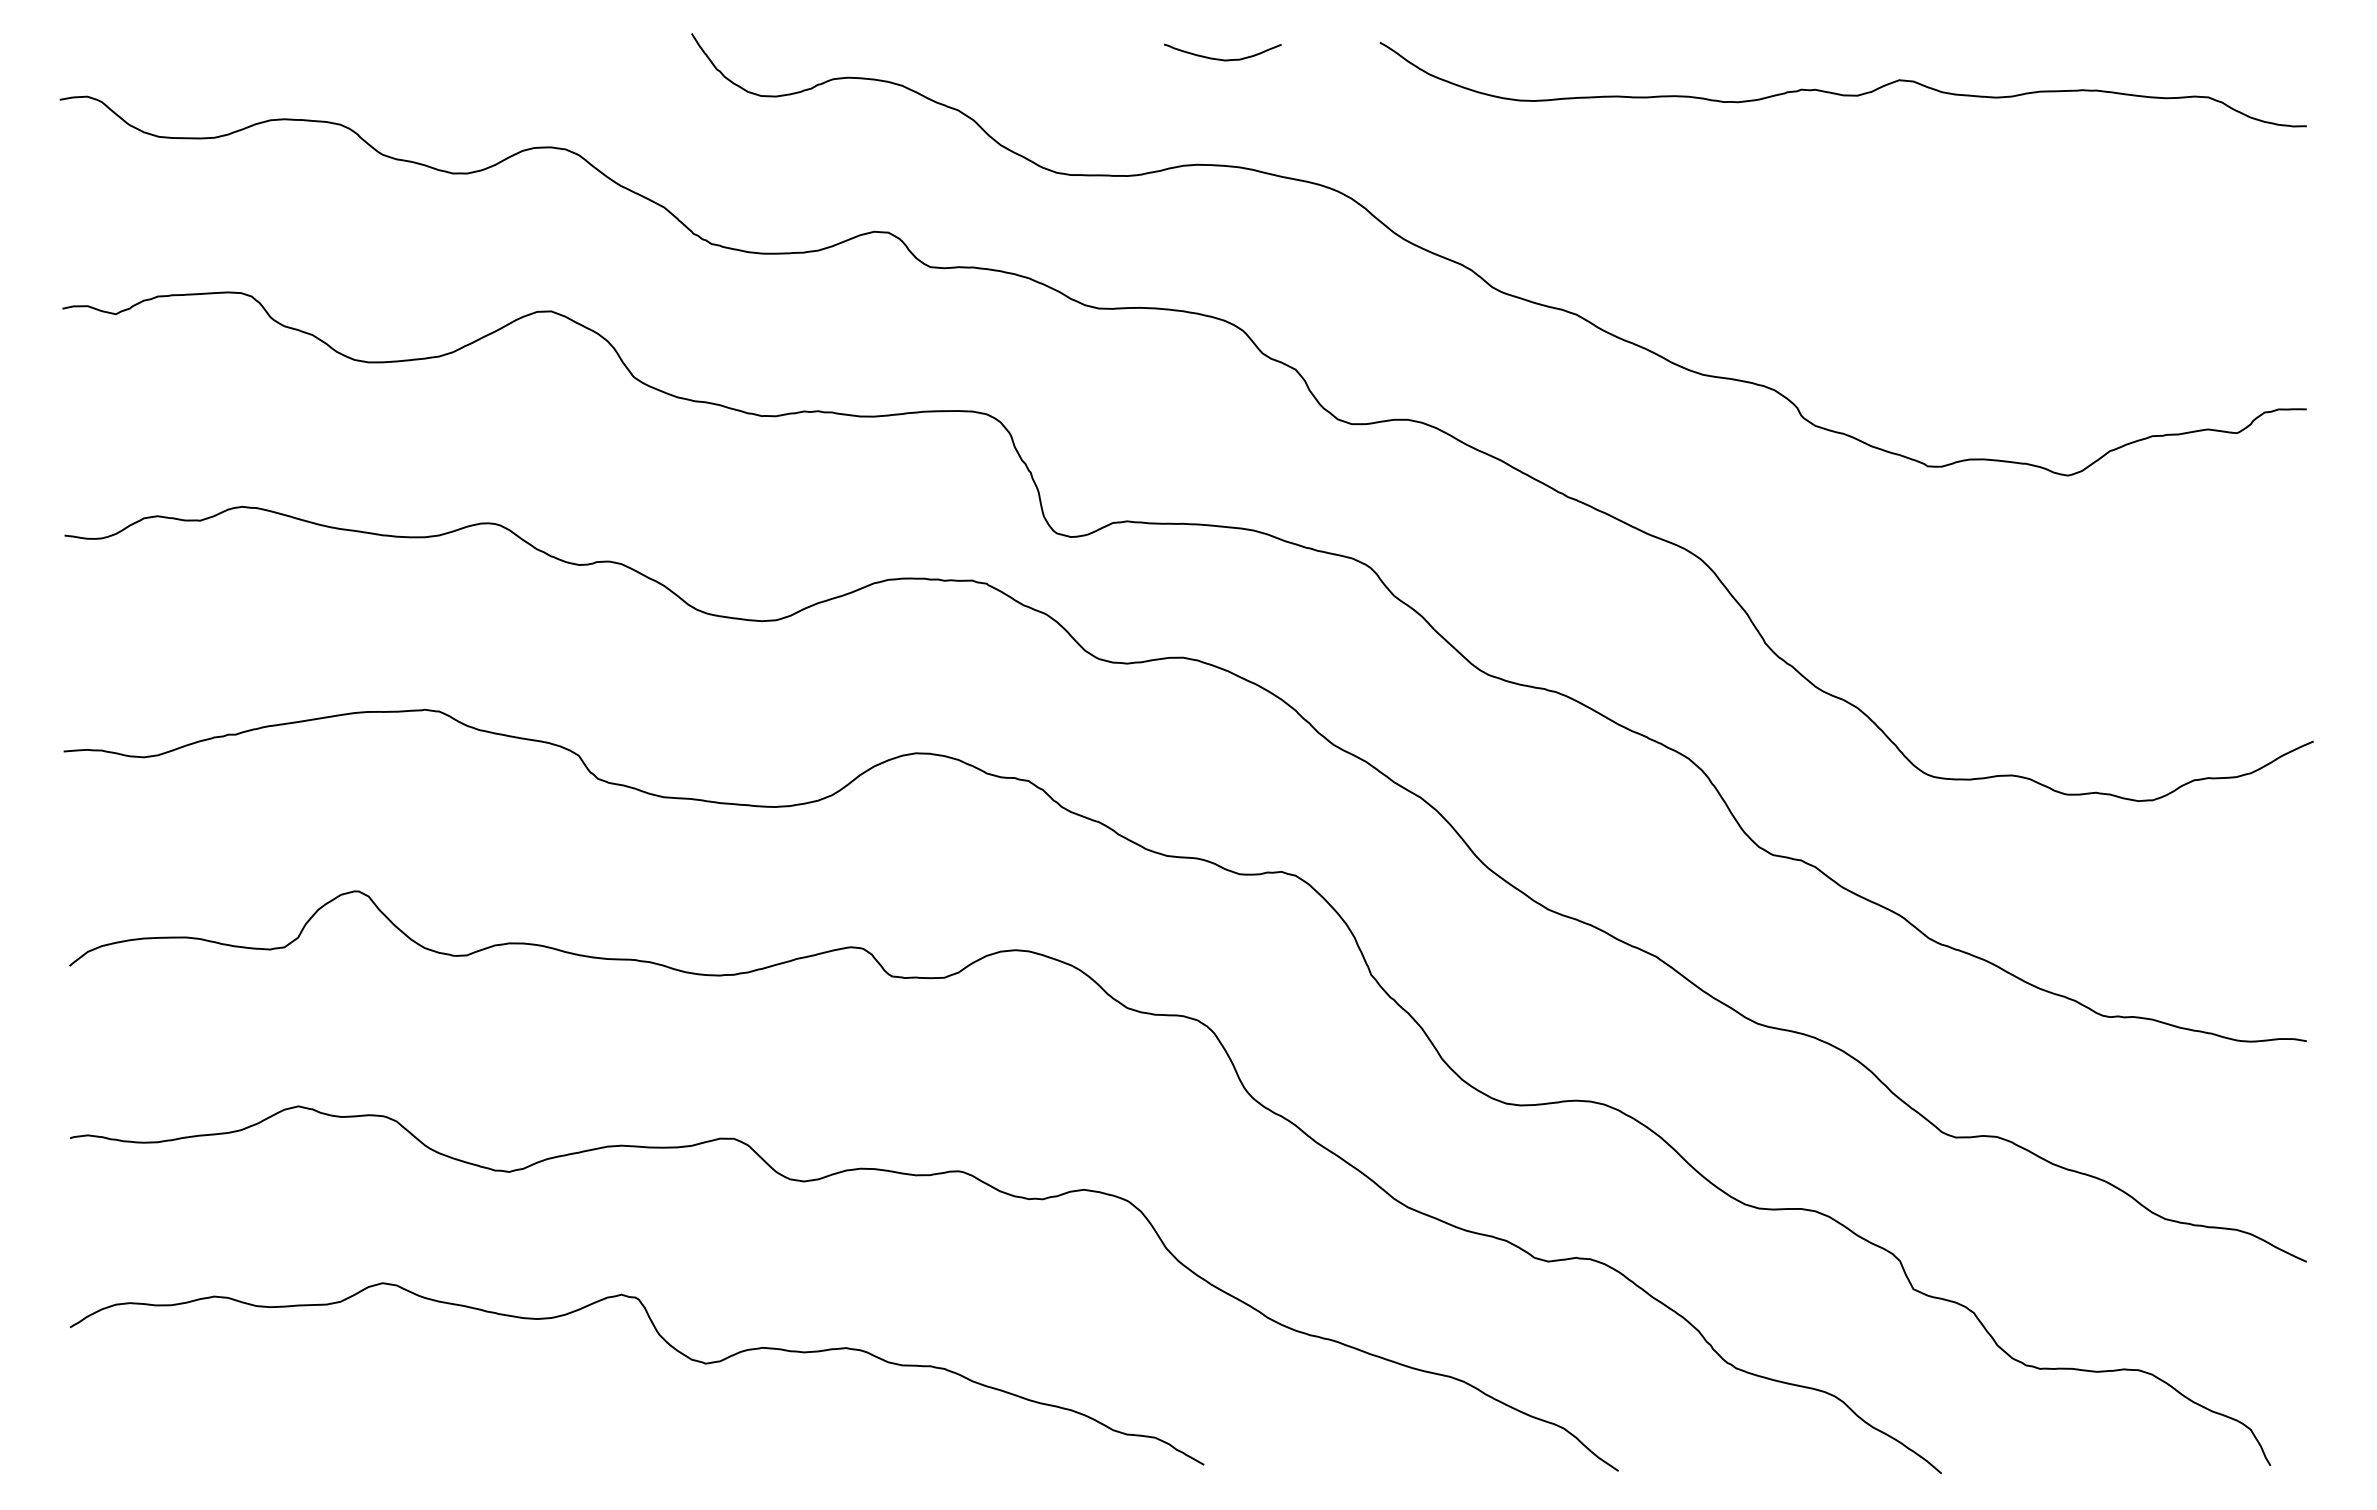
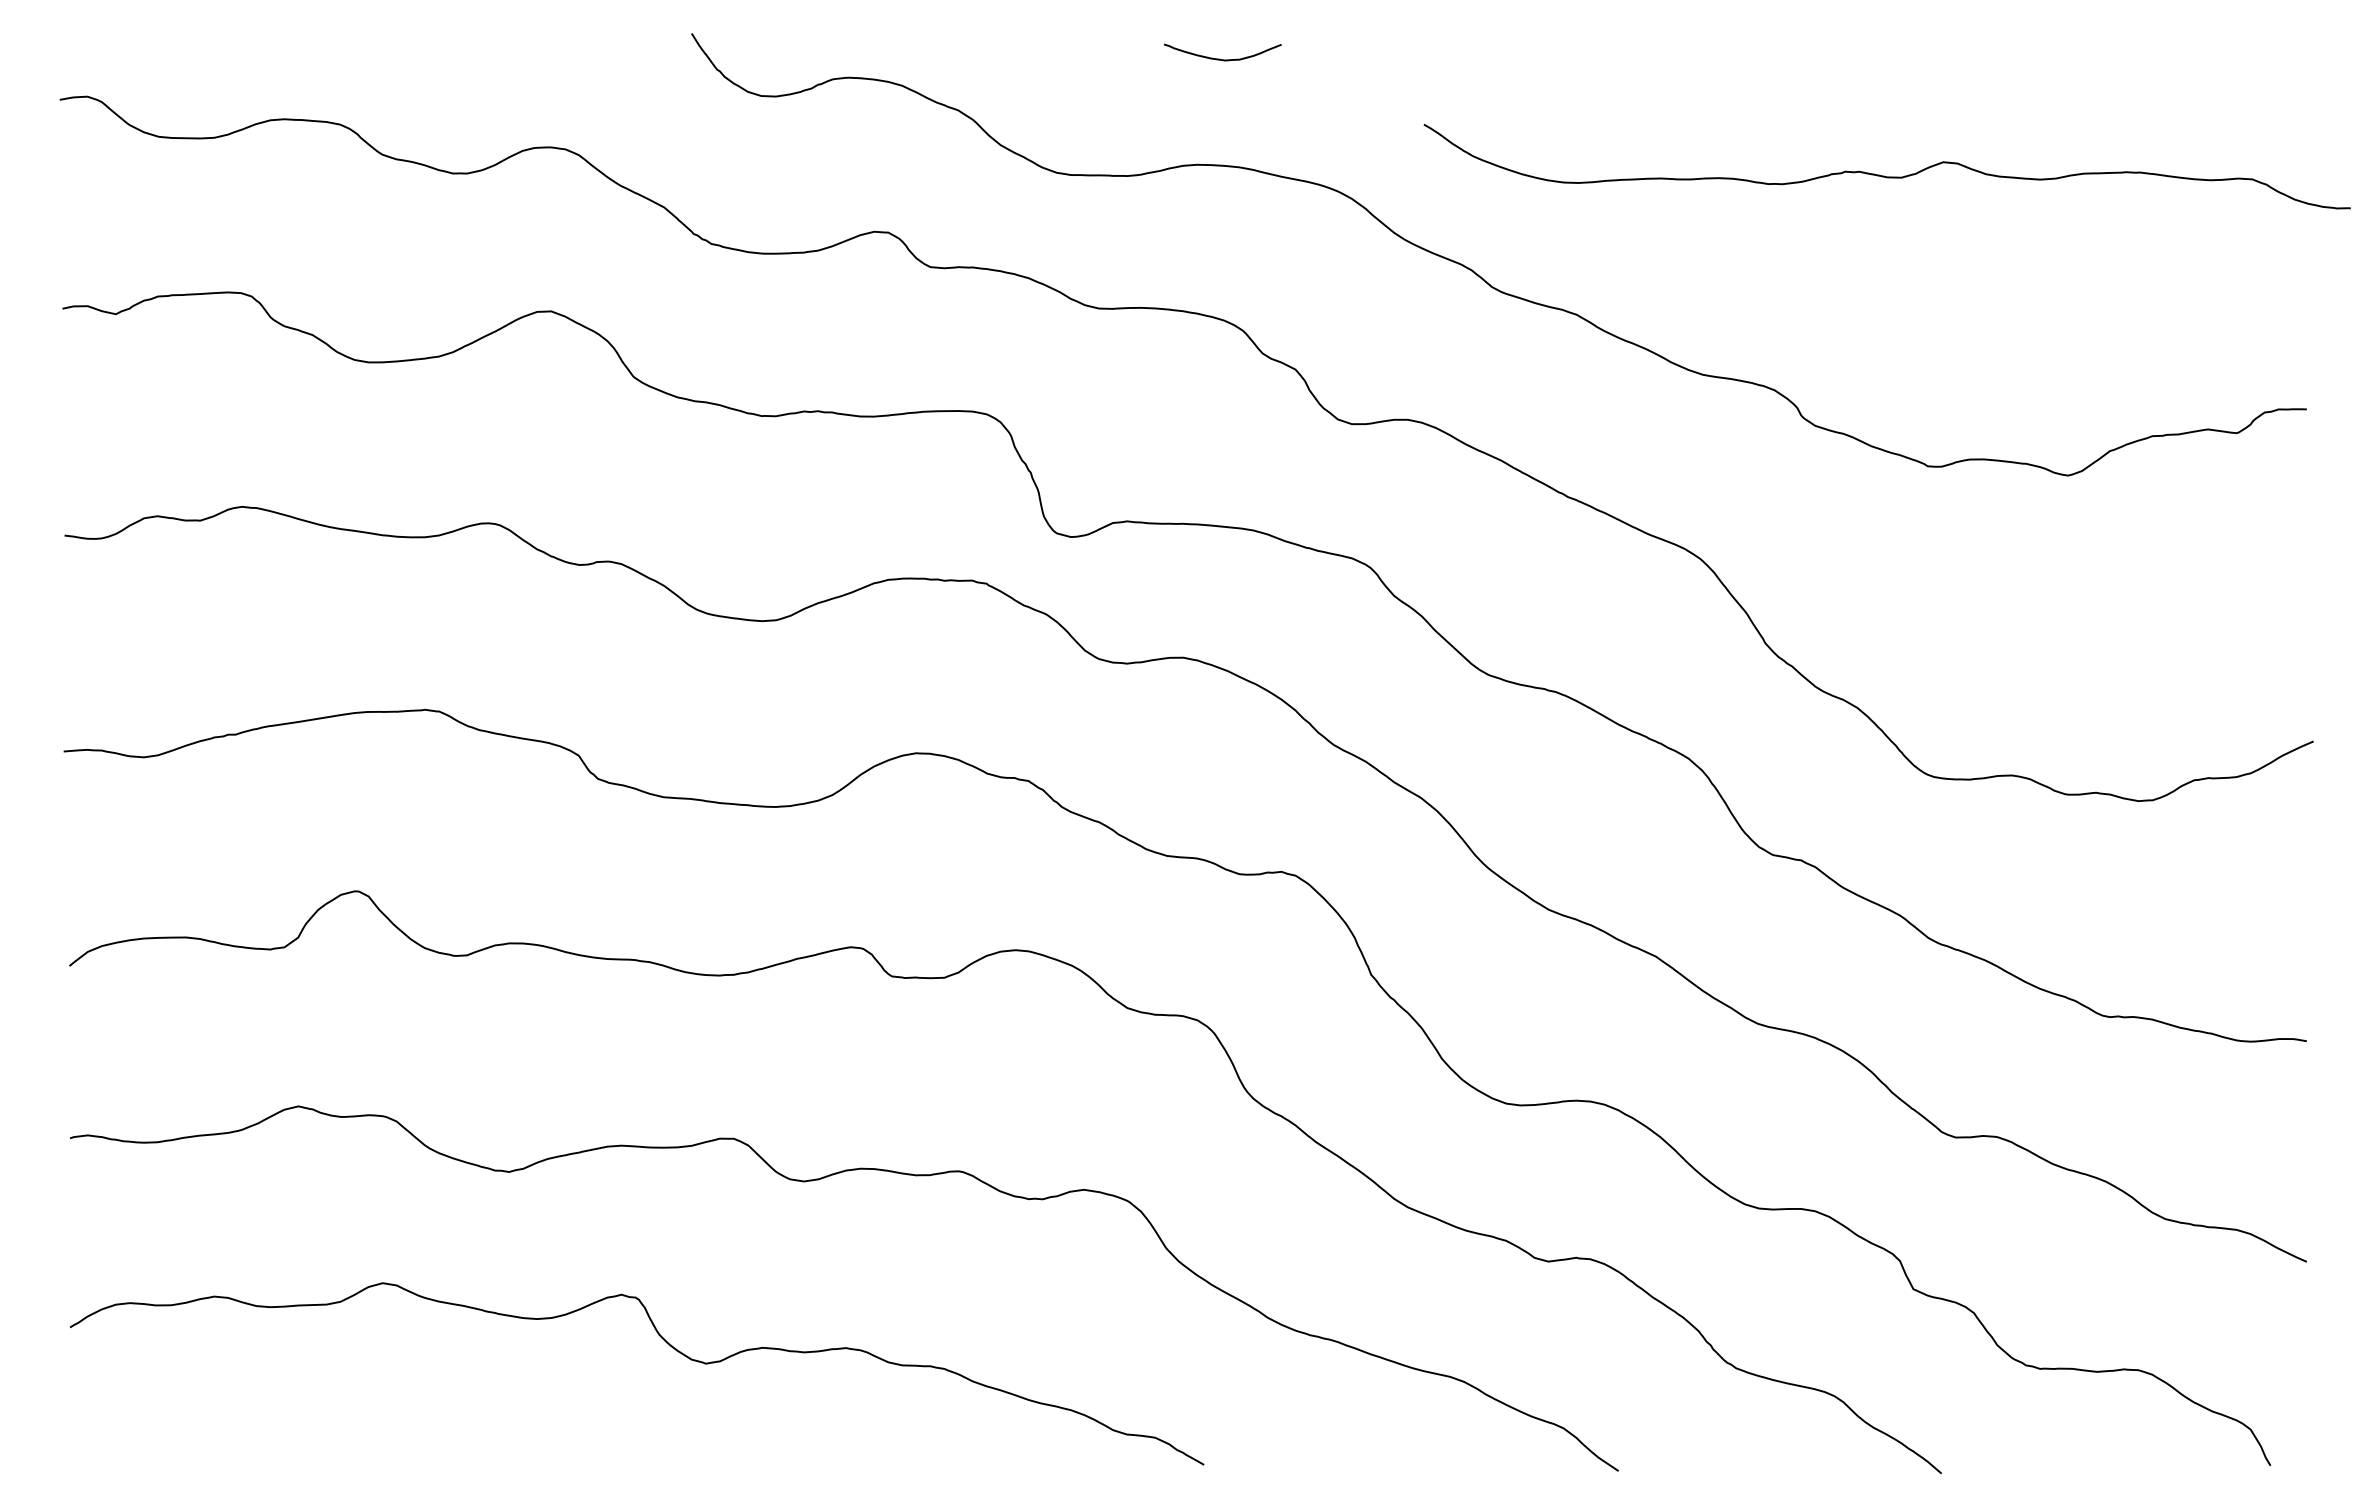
curve at (1840, 93) position: (1840, 93) -> (1884, 175)
